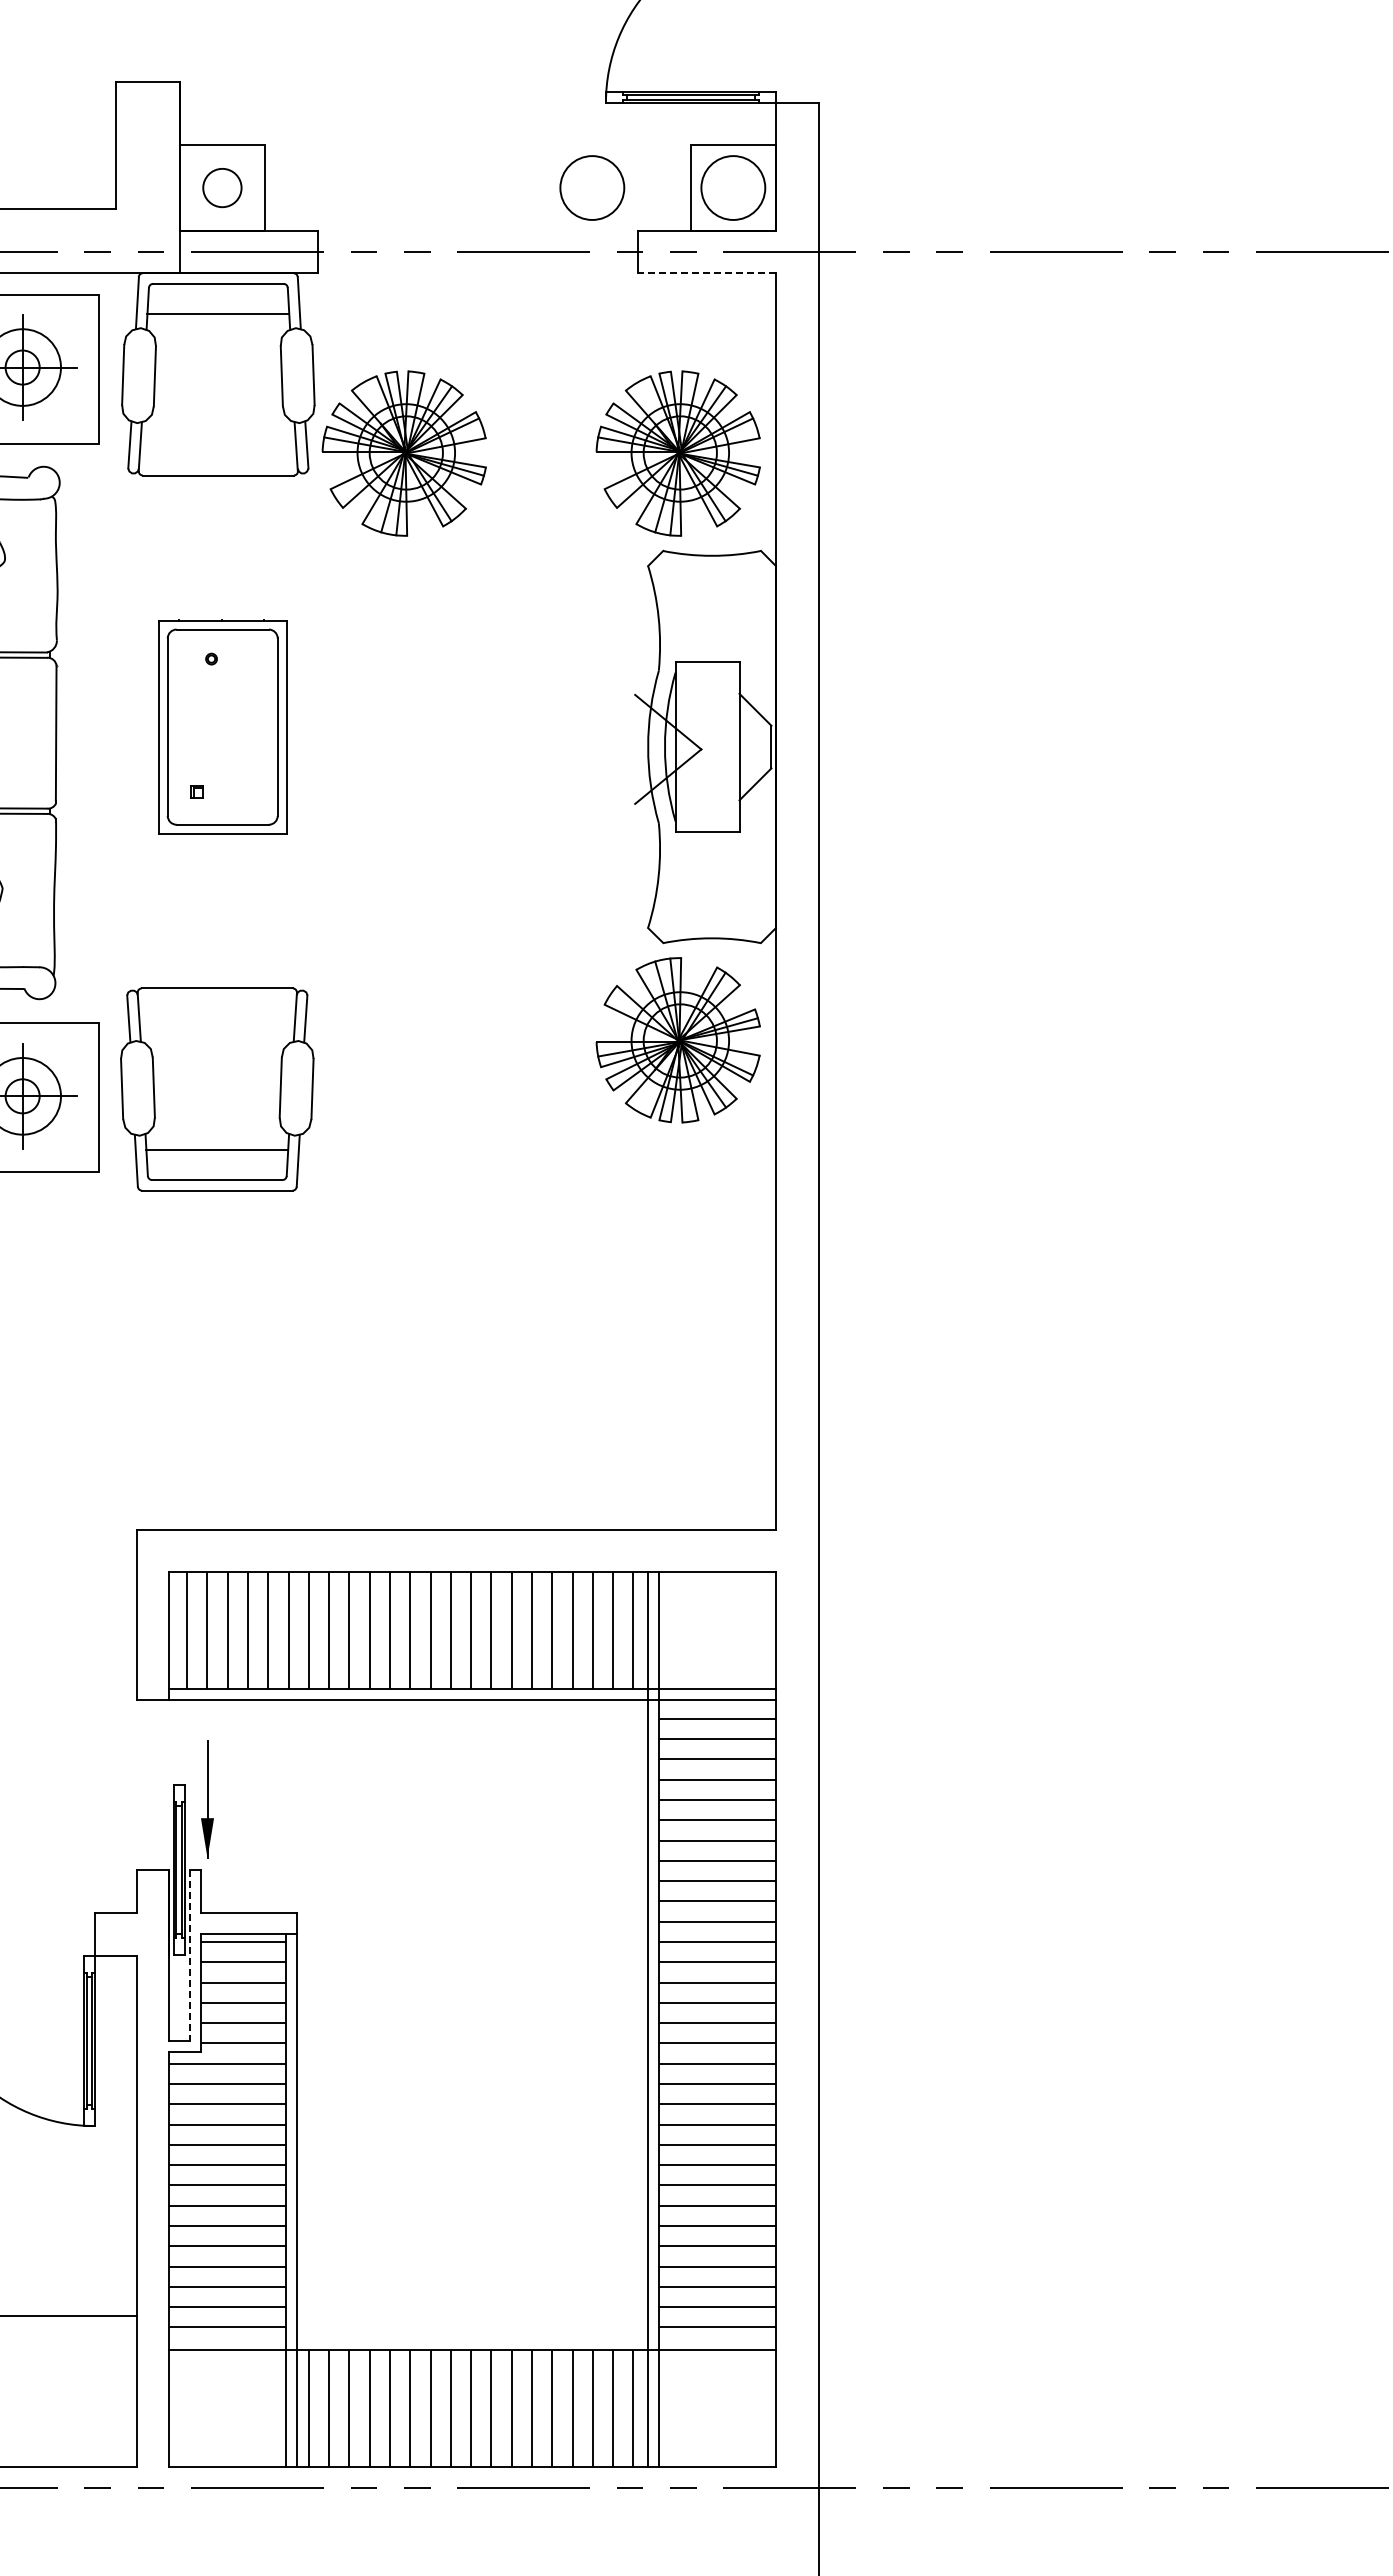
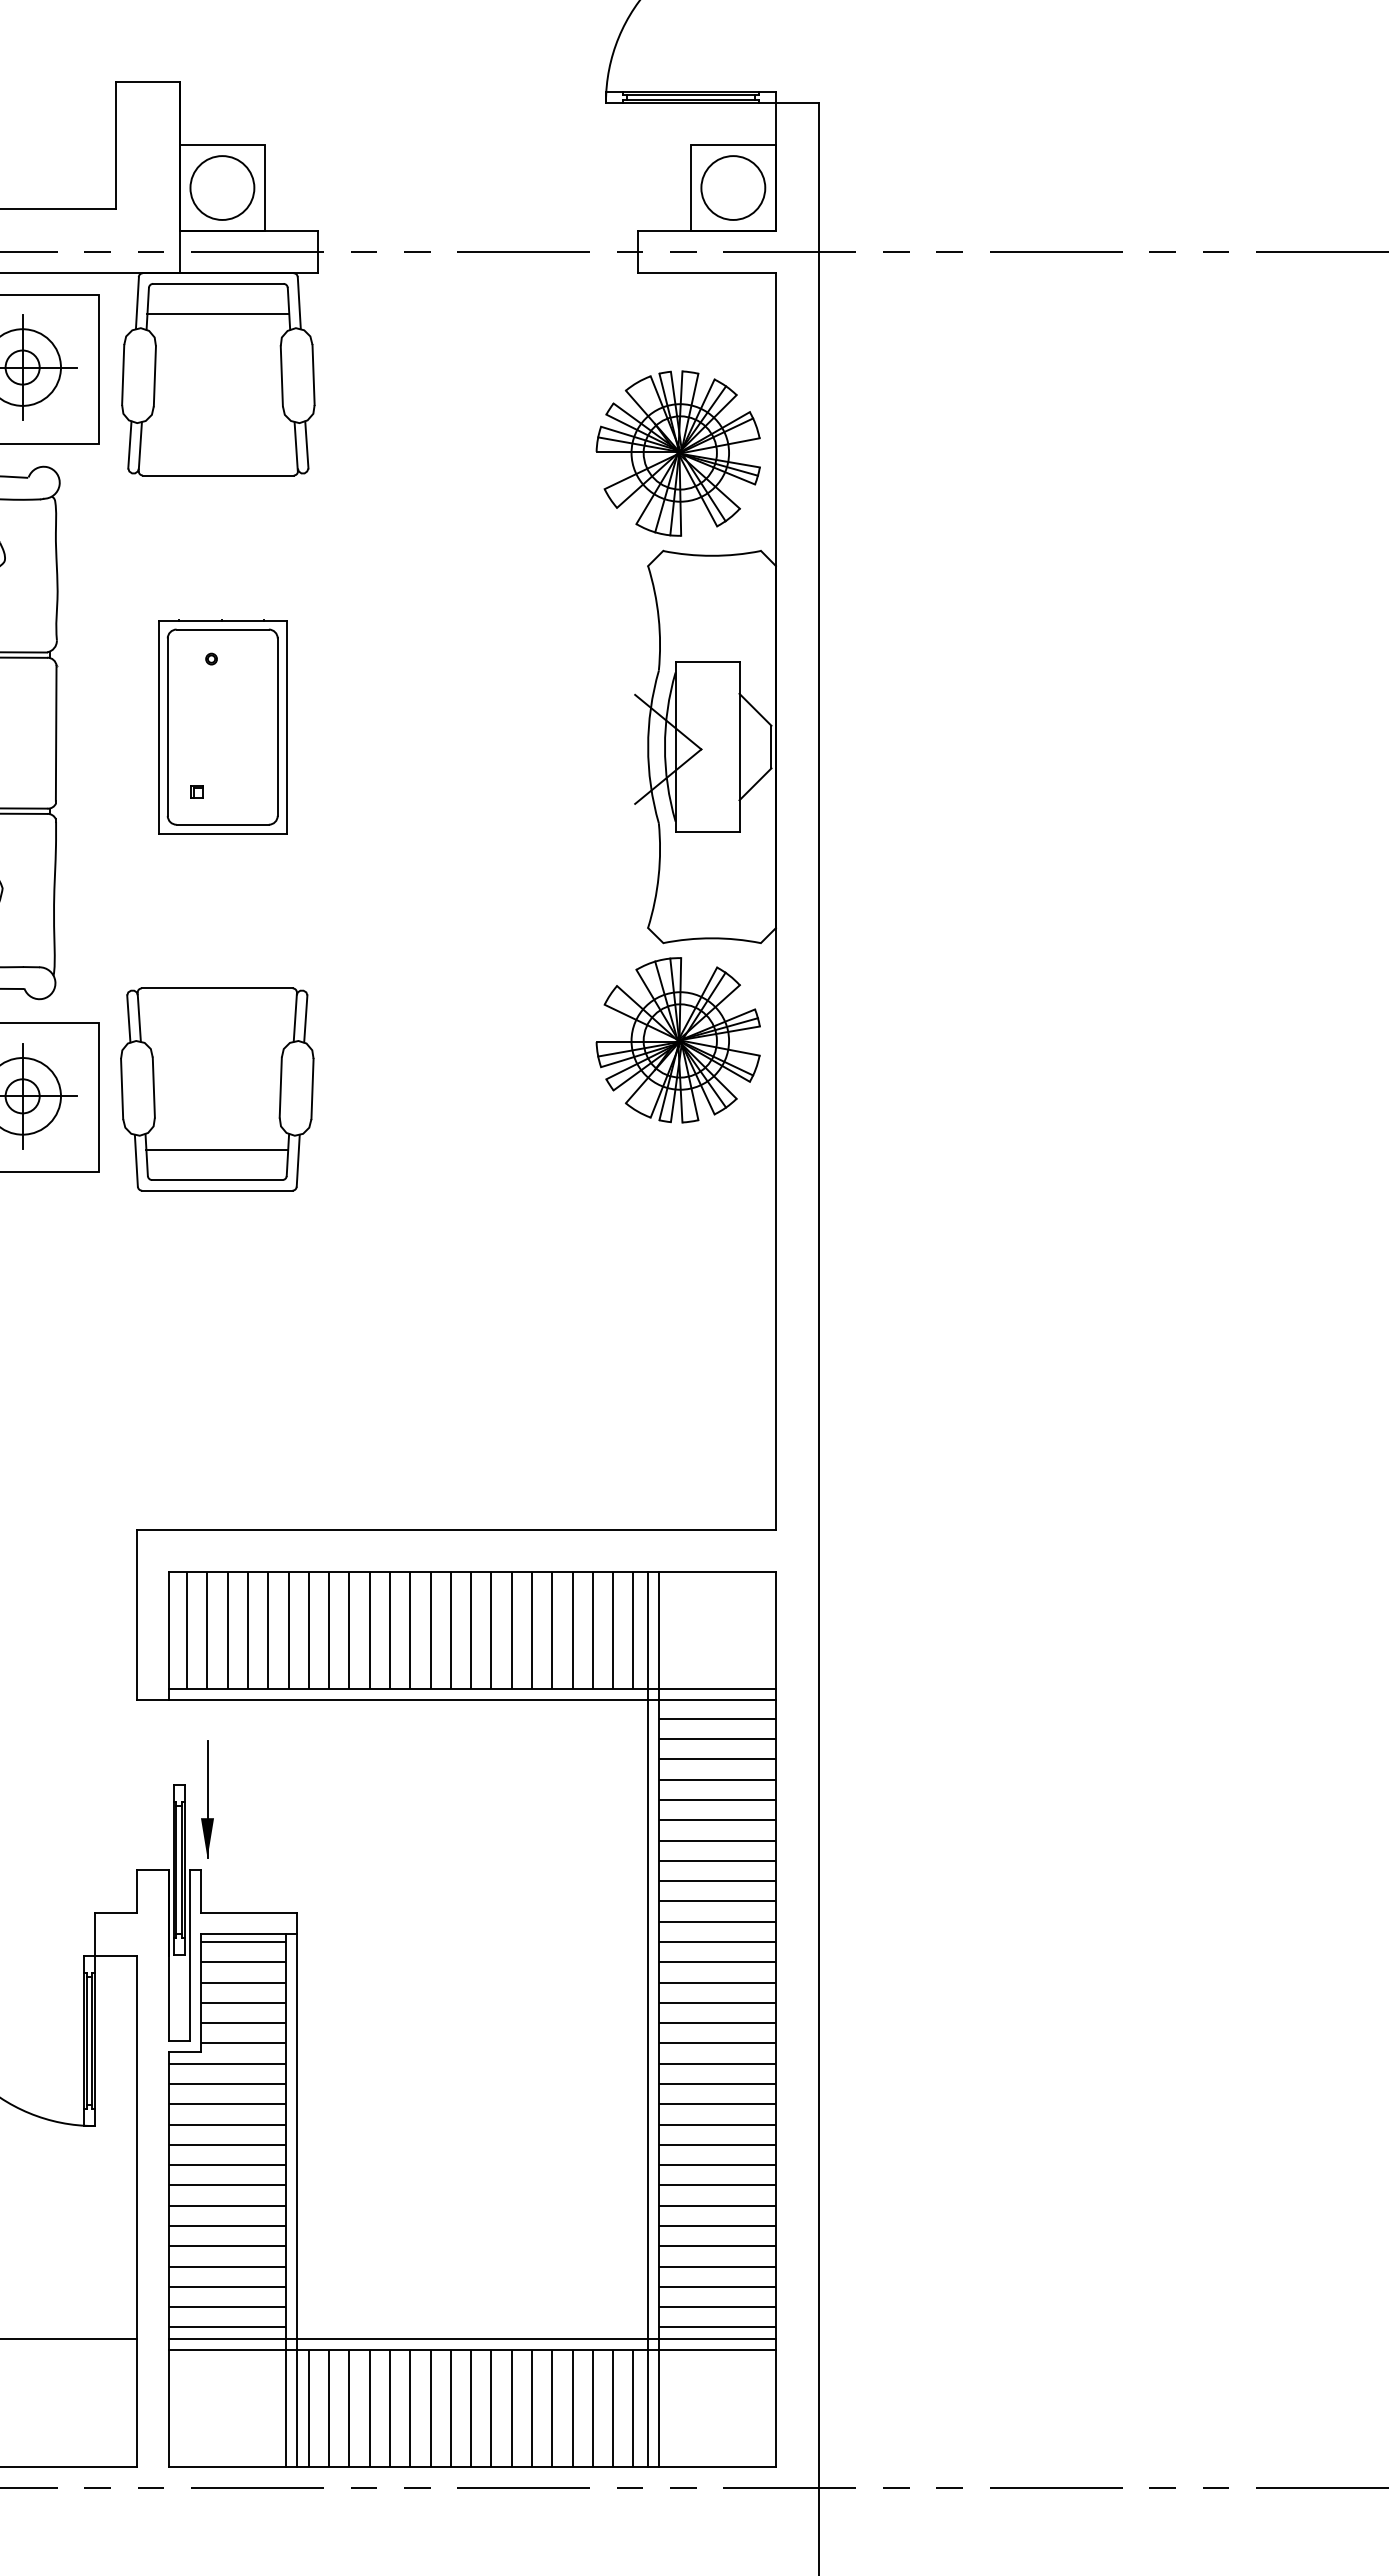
circle at (222, 187) diameter: 38 px -> 64 px
circle at (592, 187): present -> none
line at (706, 273): dashed -> solid
part at (403, 453): present -> none
line at (190, 1956): dashed -> solid
line at (69, 2316) position: (69, 2316) -> (69, 2339)
line at (472, 2339): none -> present
